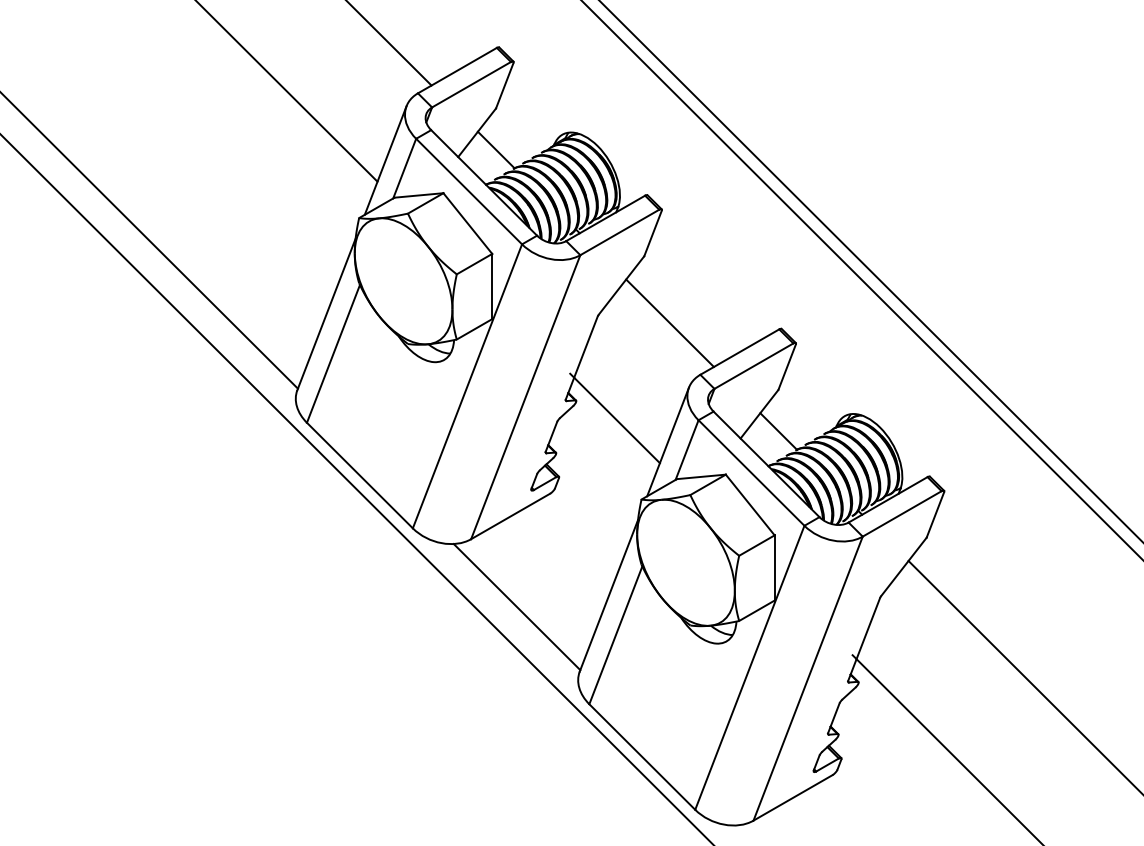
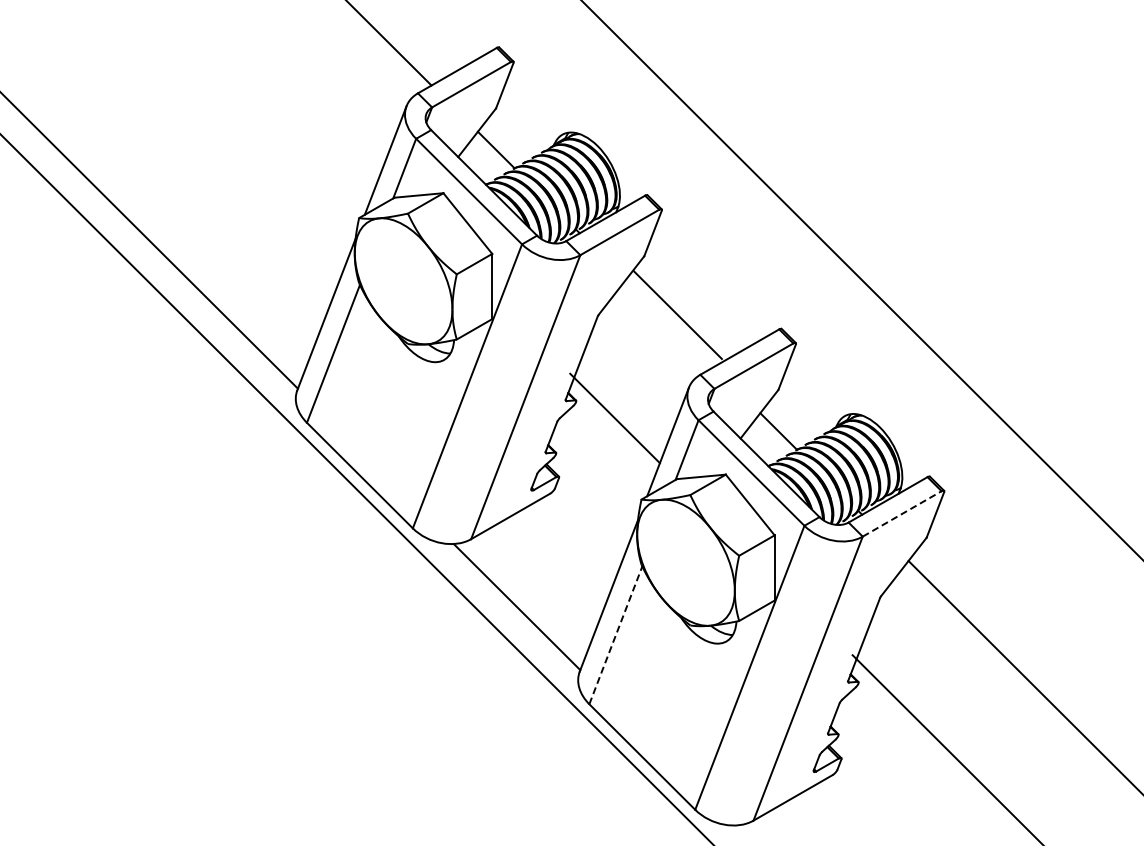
line at (287, 91): present -> none
line at (870, 270): present -> none
line at (669, 322) position: (669, 322) -> (677, 314)
line at (902, 513): solid -> dashed
line at (615, 635): solid -> dashed
